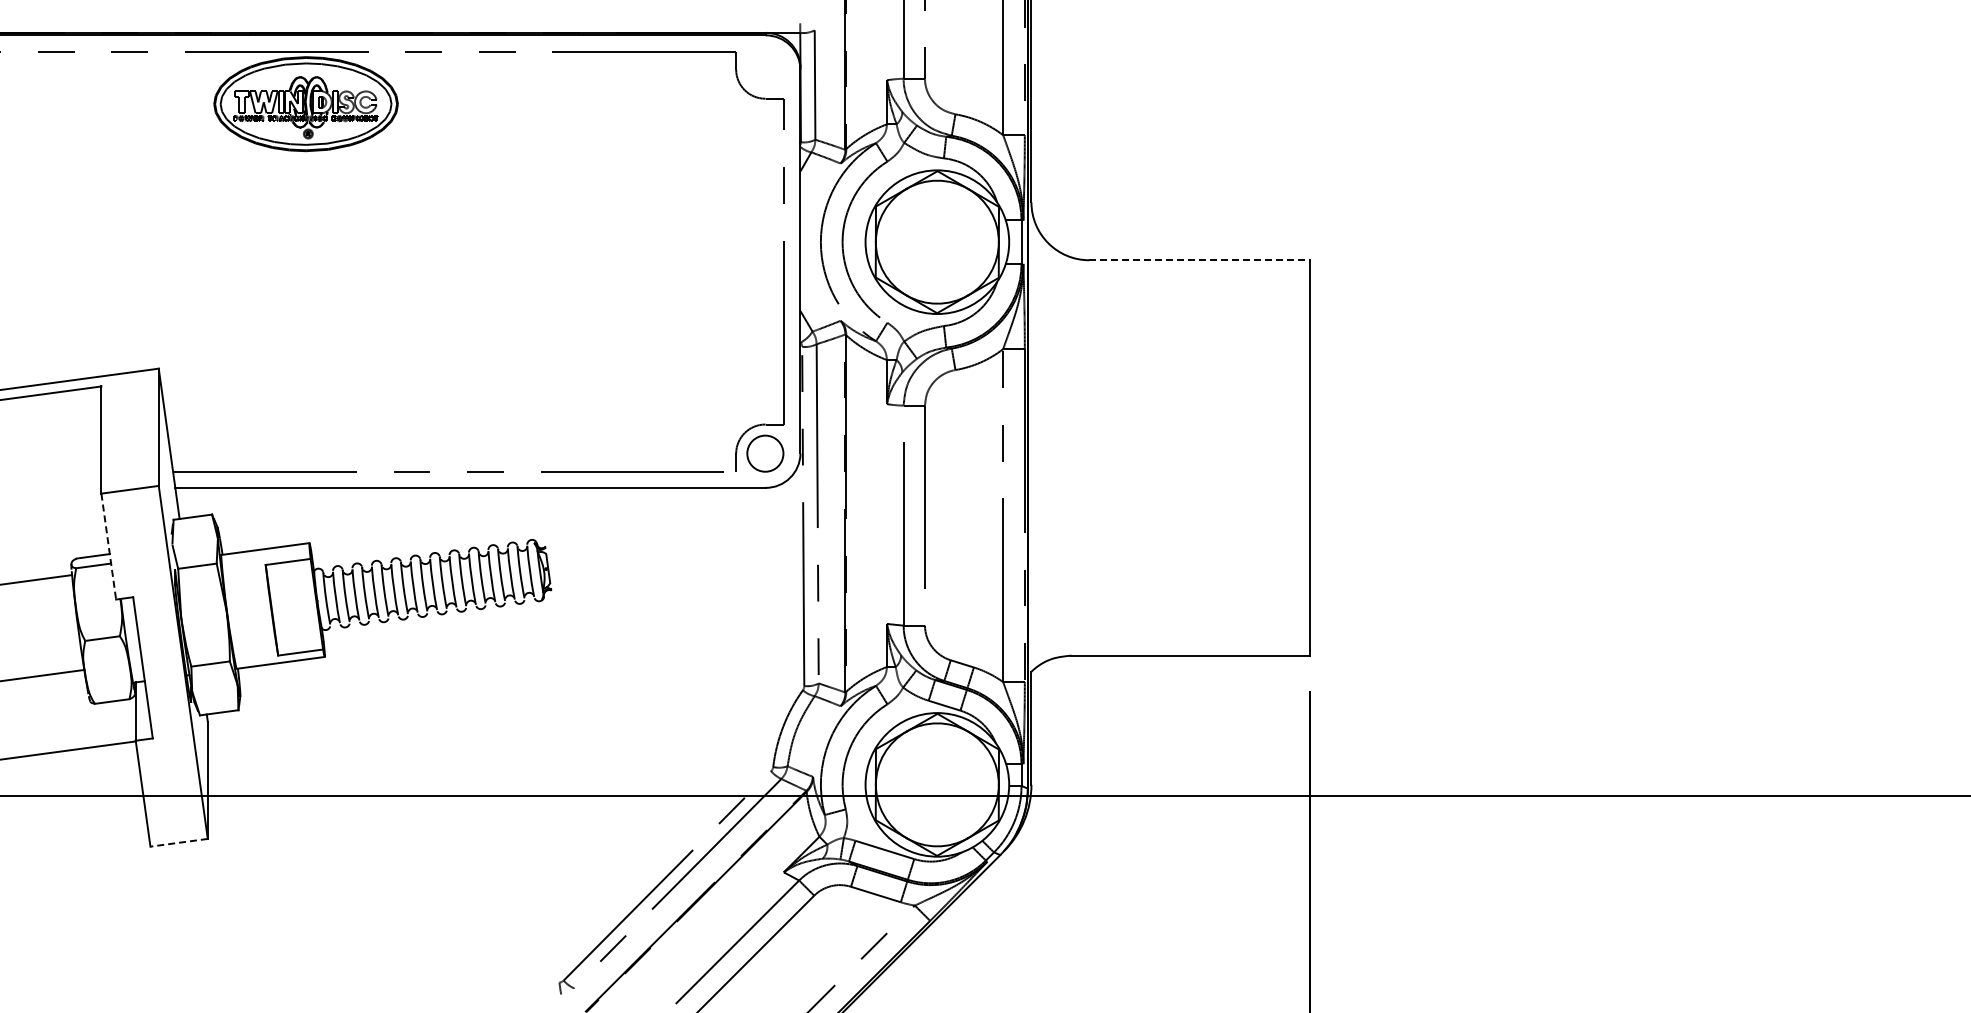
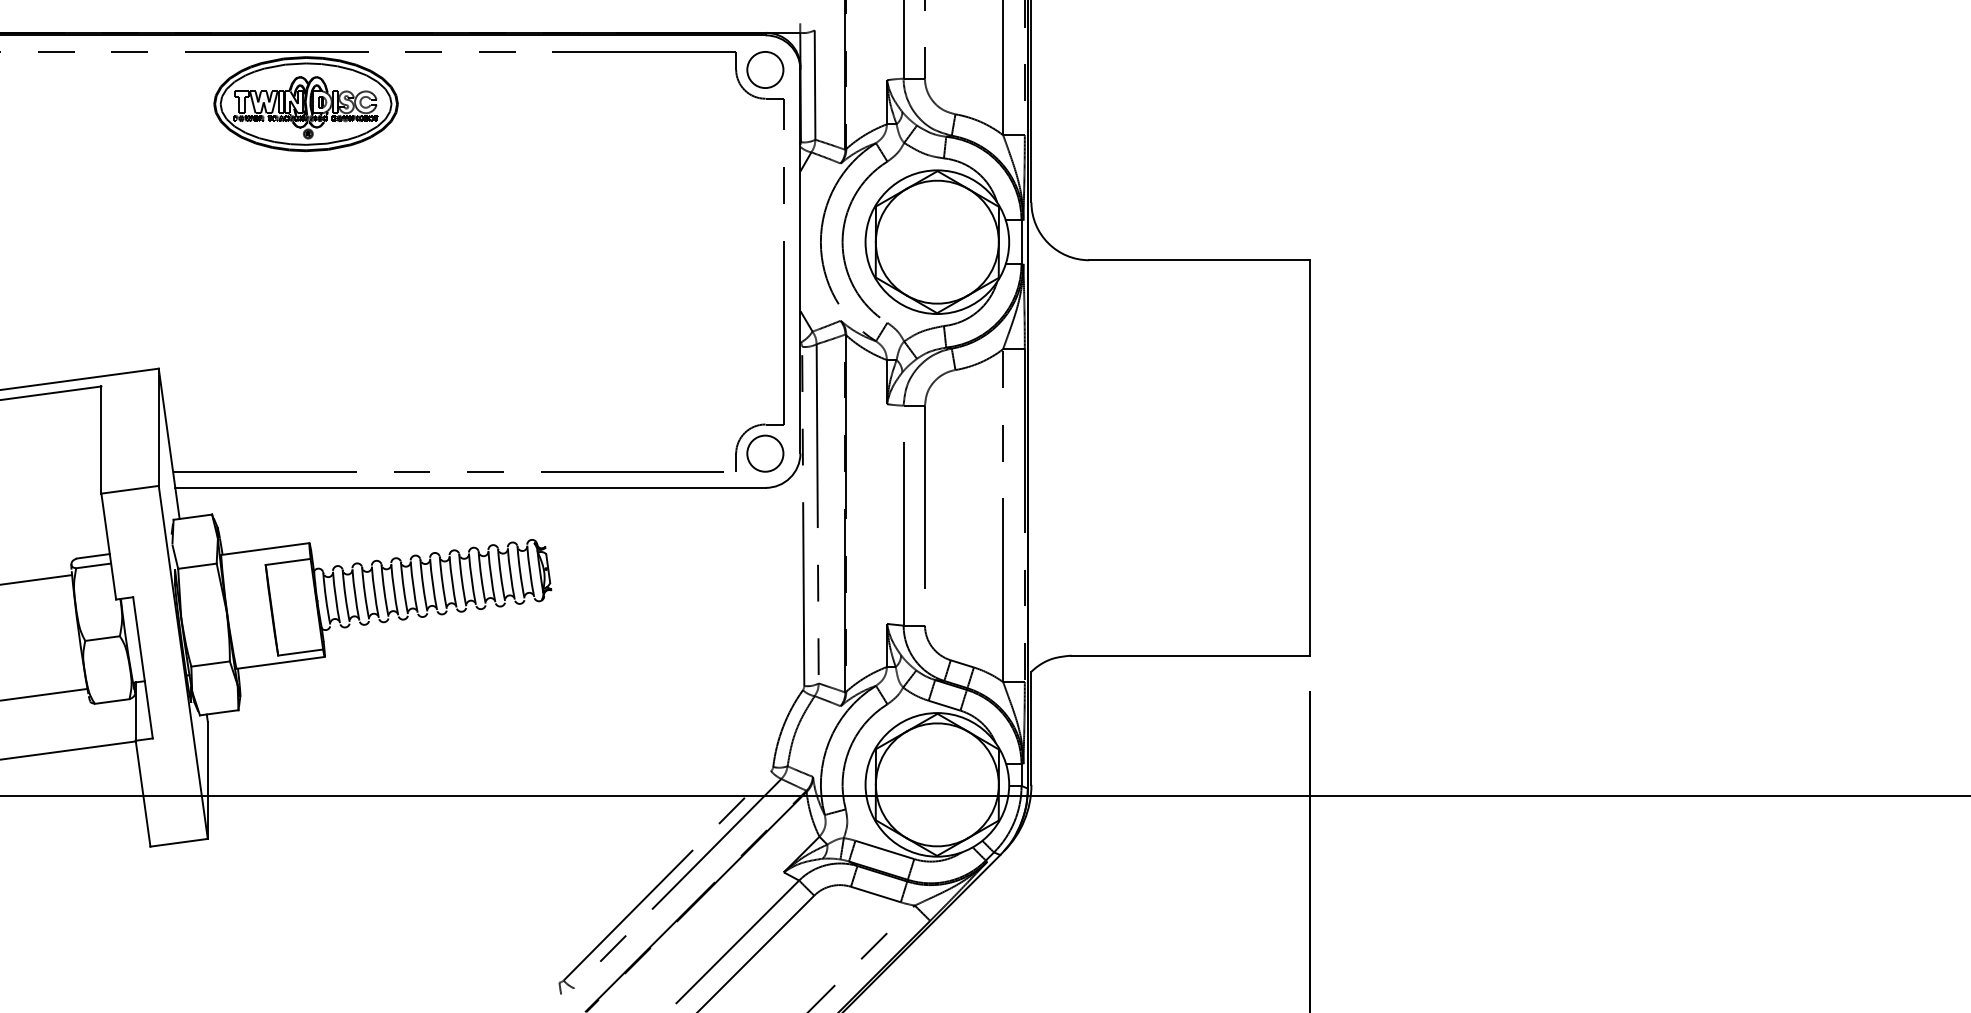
circle at (765, 69): none -> present
line at (1200, 260): dashed -> solid
line at (108, 547): dashed -> solid
line at (43, 674) position: (43, 674) -> (44, 694)
line at (179, 842): dashed -> solid
